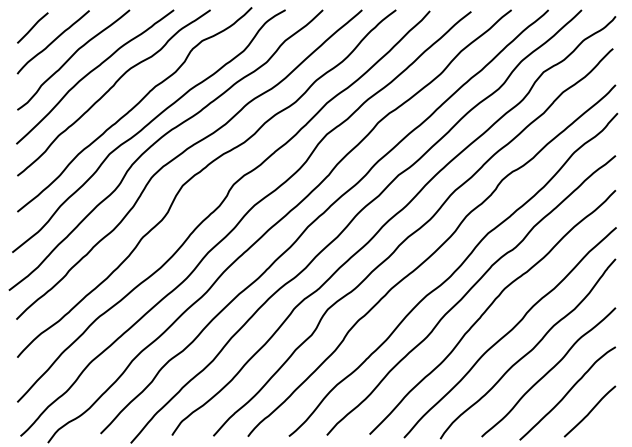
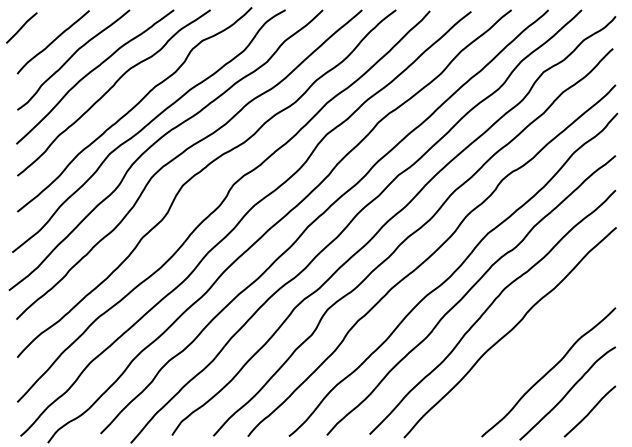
line at (32, 27) position: (32, 27) -> (21, 27)
curve at (529, 350): present -> none
